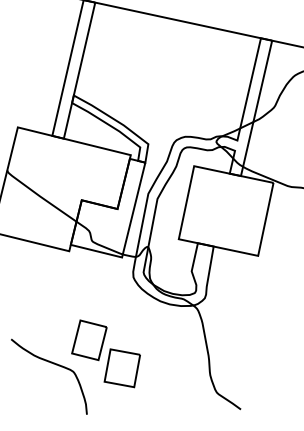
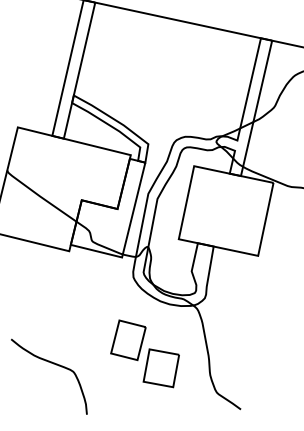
part at (105, 353) position: (105, 353) -> (144, 353)
